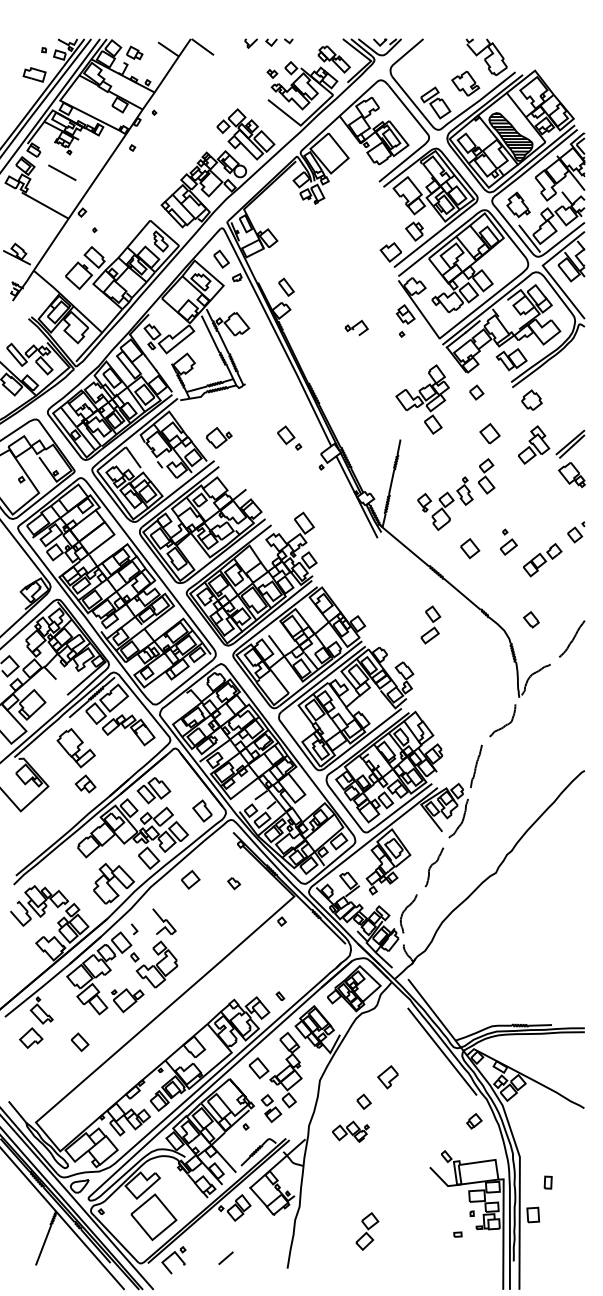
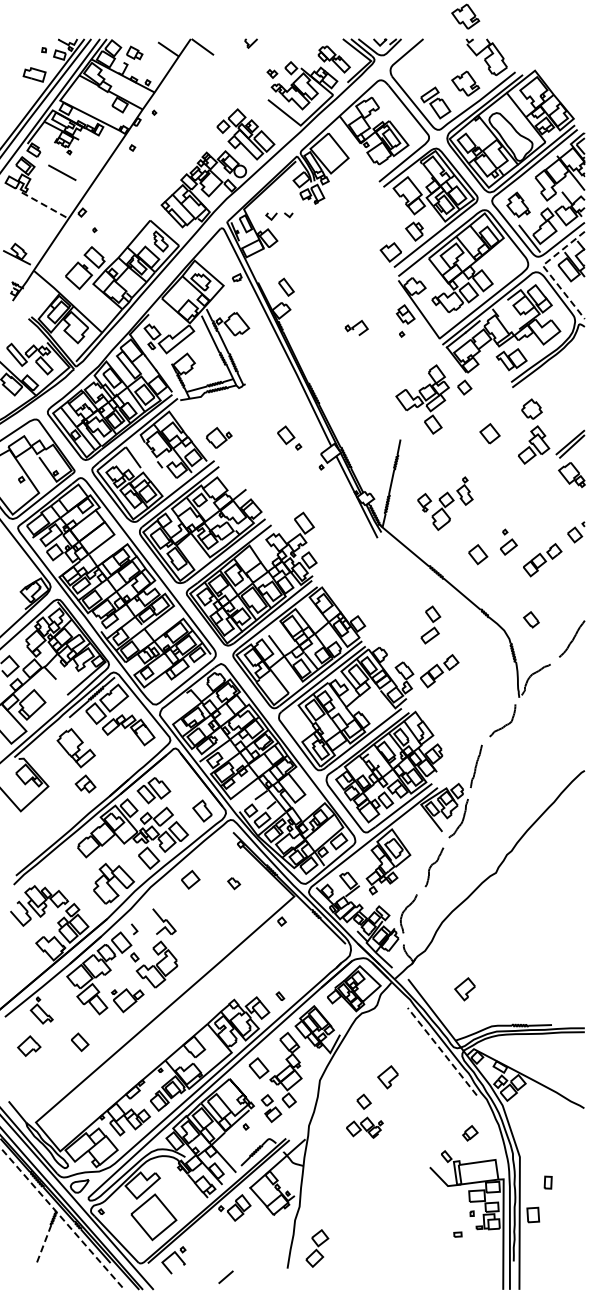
part at (465, 16): none -> present
part at (279, 42) position: (279, 42) -> (279, 216)
hatch at (510, 135): present -> none
line at (45, 205): solid -> dashed
part at (221, 258): present -> none
line at (547, 271): solid -> dashed
part at (476, 392) position: (476, 392) -> (464, 387)
part at (531, 399) position: (531, 399) -> (531, 408)
part at (486, 476): present -> none
part at (470, 548) position: (470, 548) -> (478, 554)
part at (439, 671): none -> present
part at (464, 989): none -> present
part at (31, 1037) position: (31, 1037) -> (29, 1045)
line at (442, 1051): solid -> dashed
part at (474, 1121) position: (474, 1121) -> (470, 1133)
part at (350, 1131) position: (350, 1131) -> (364, 1127)
line at (62, 1218): solid -> dashed
part at (367, 1231) position: (367, 1231) -> (317, 1248)
line at (43, 1245): solid -> dashed
line at (225, 1258) position: (225, 1258) -> (225, 1277)
